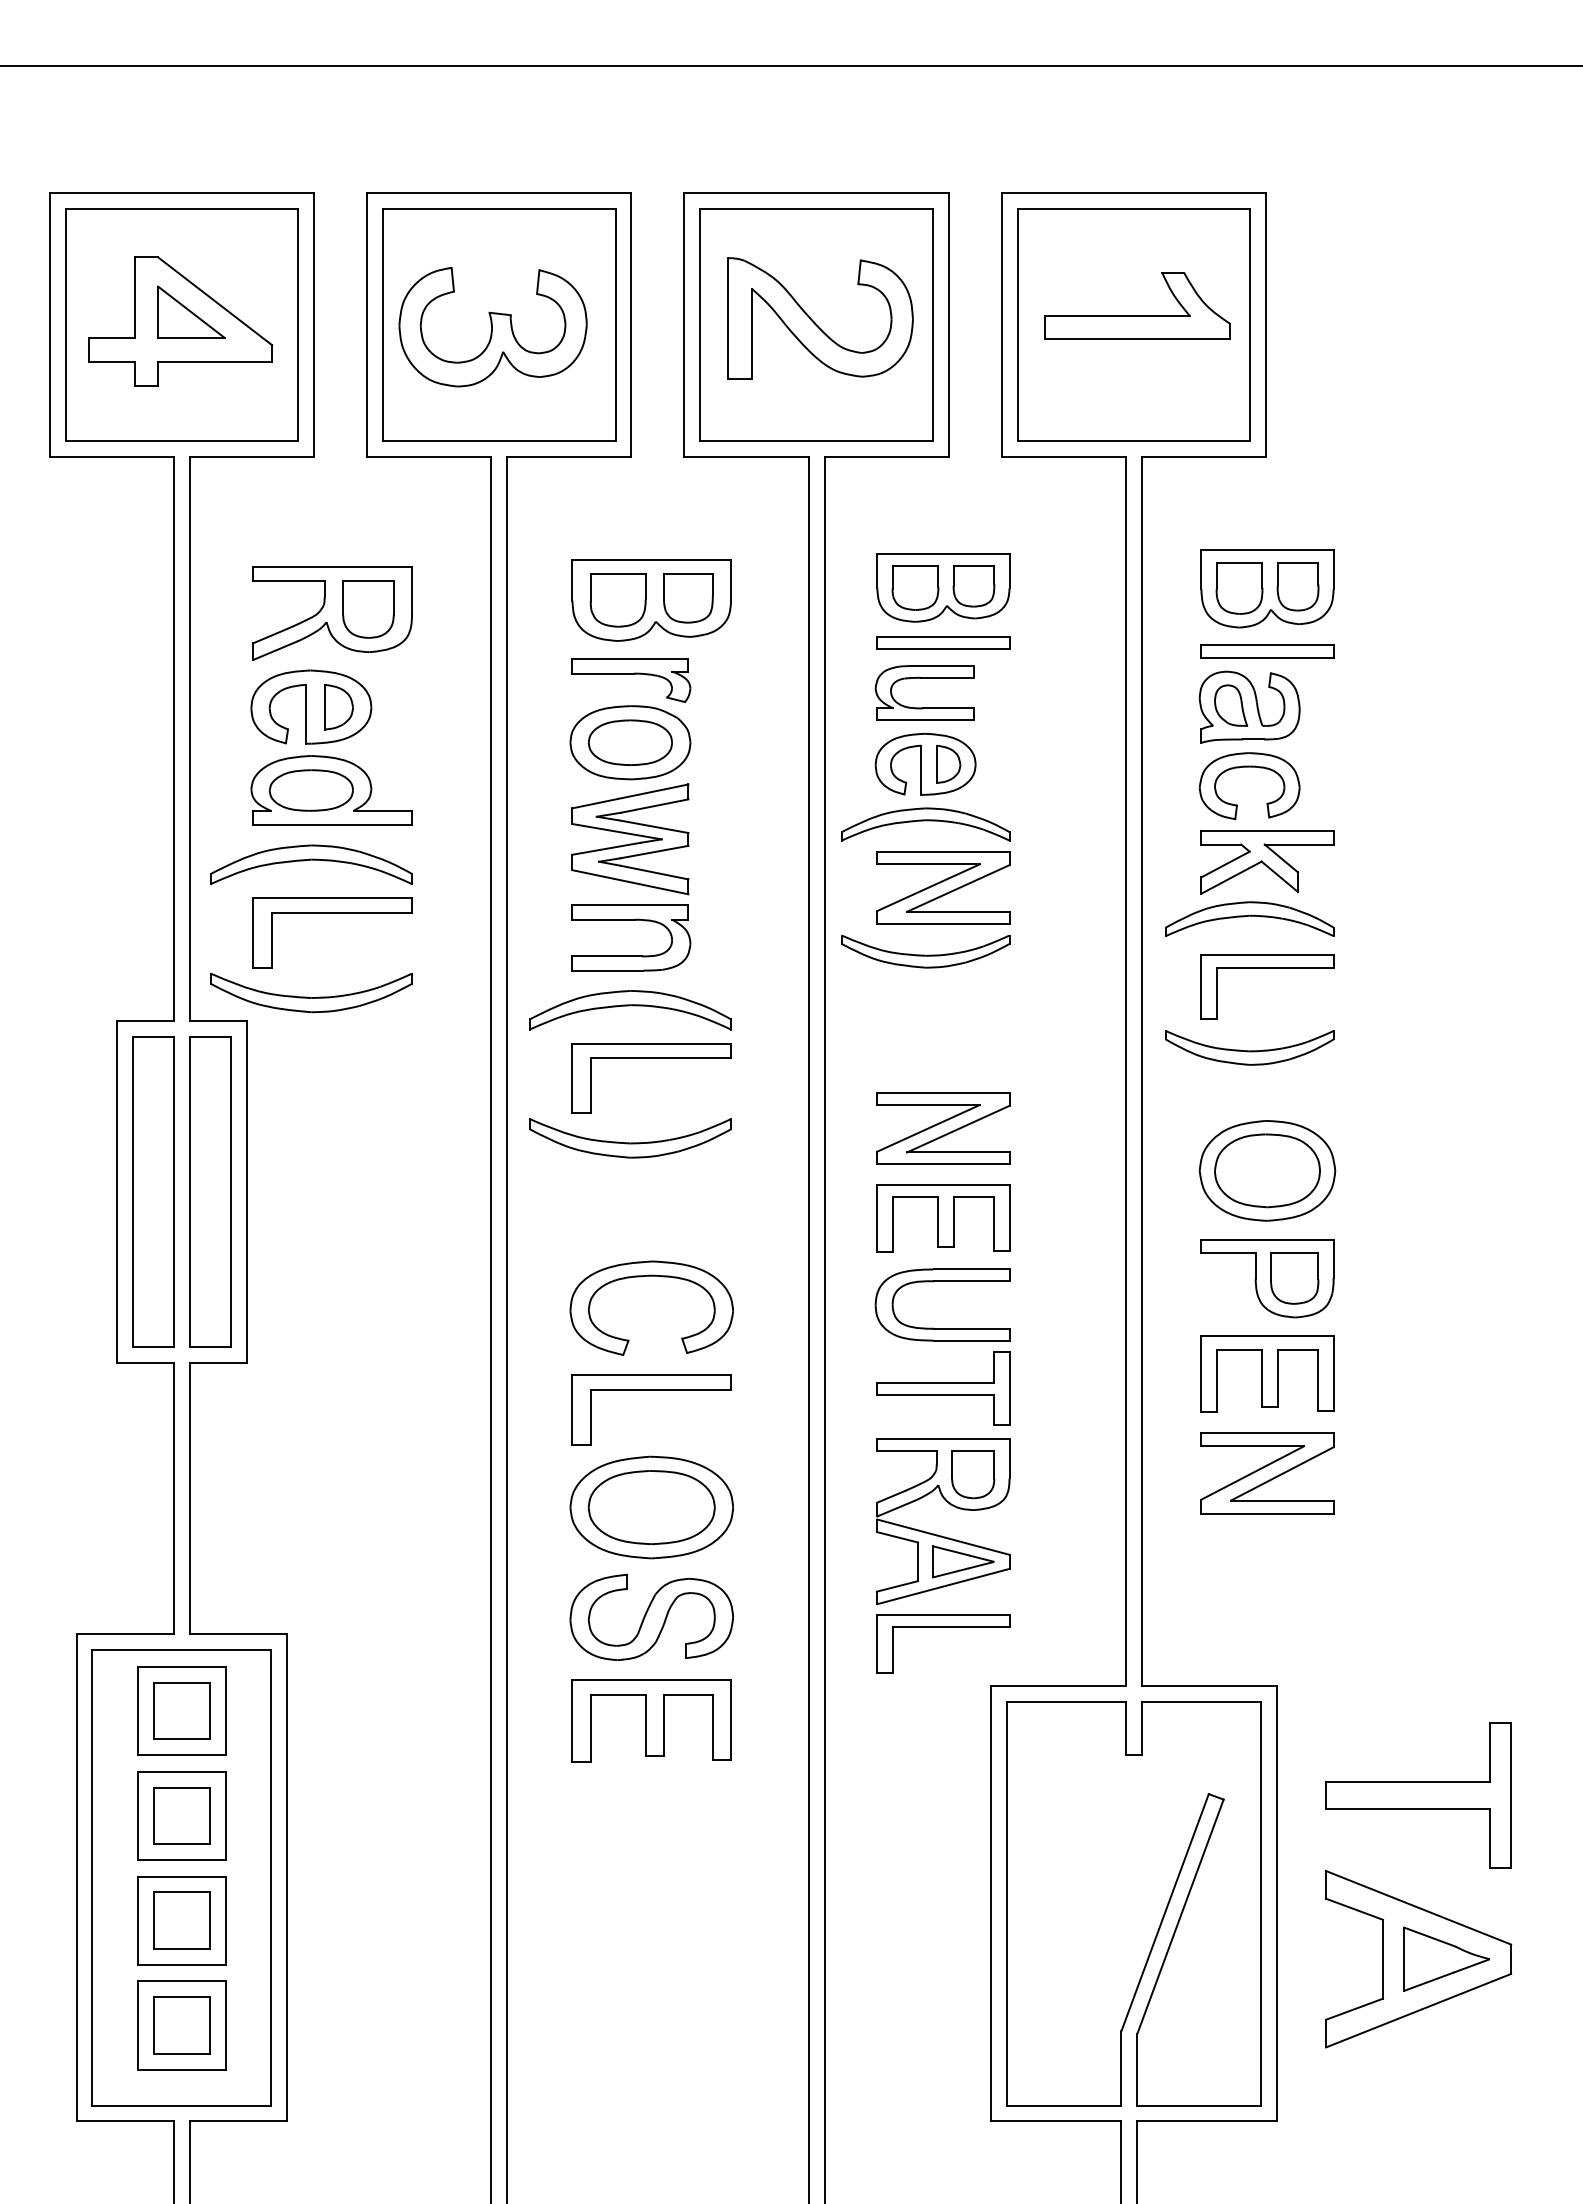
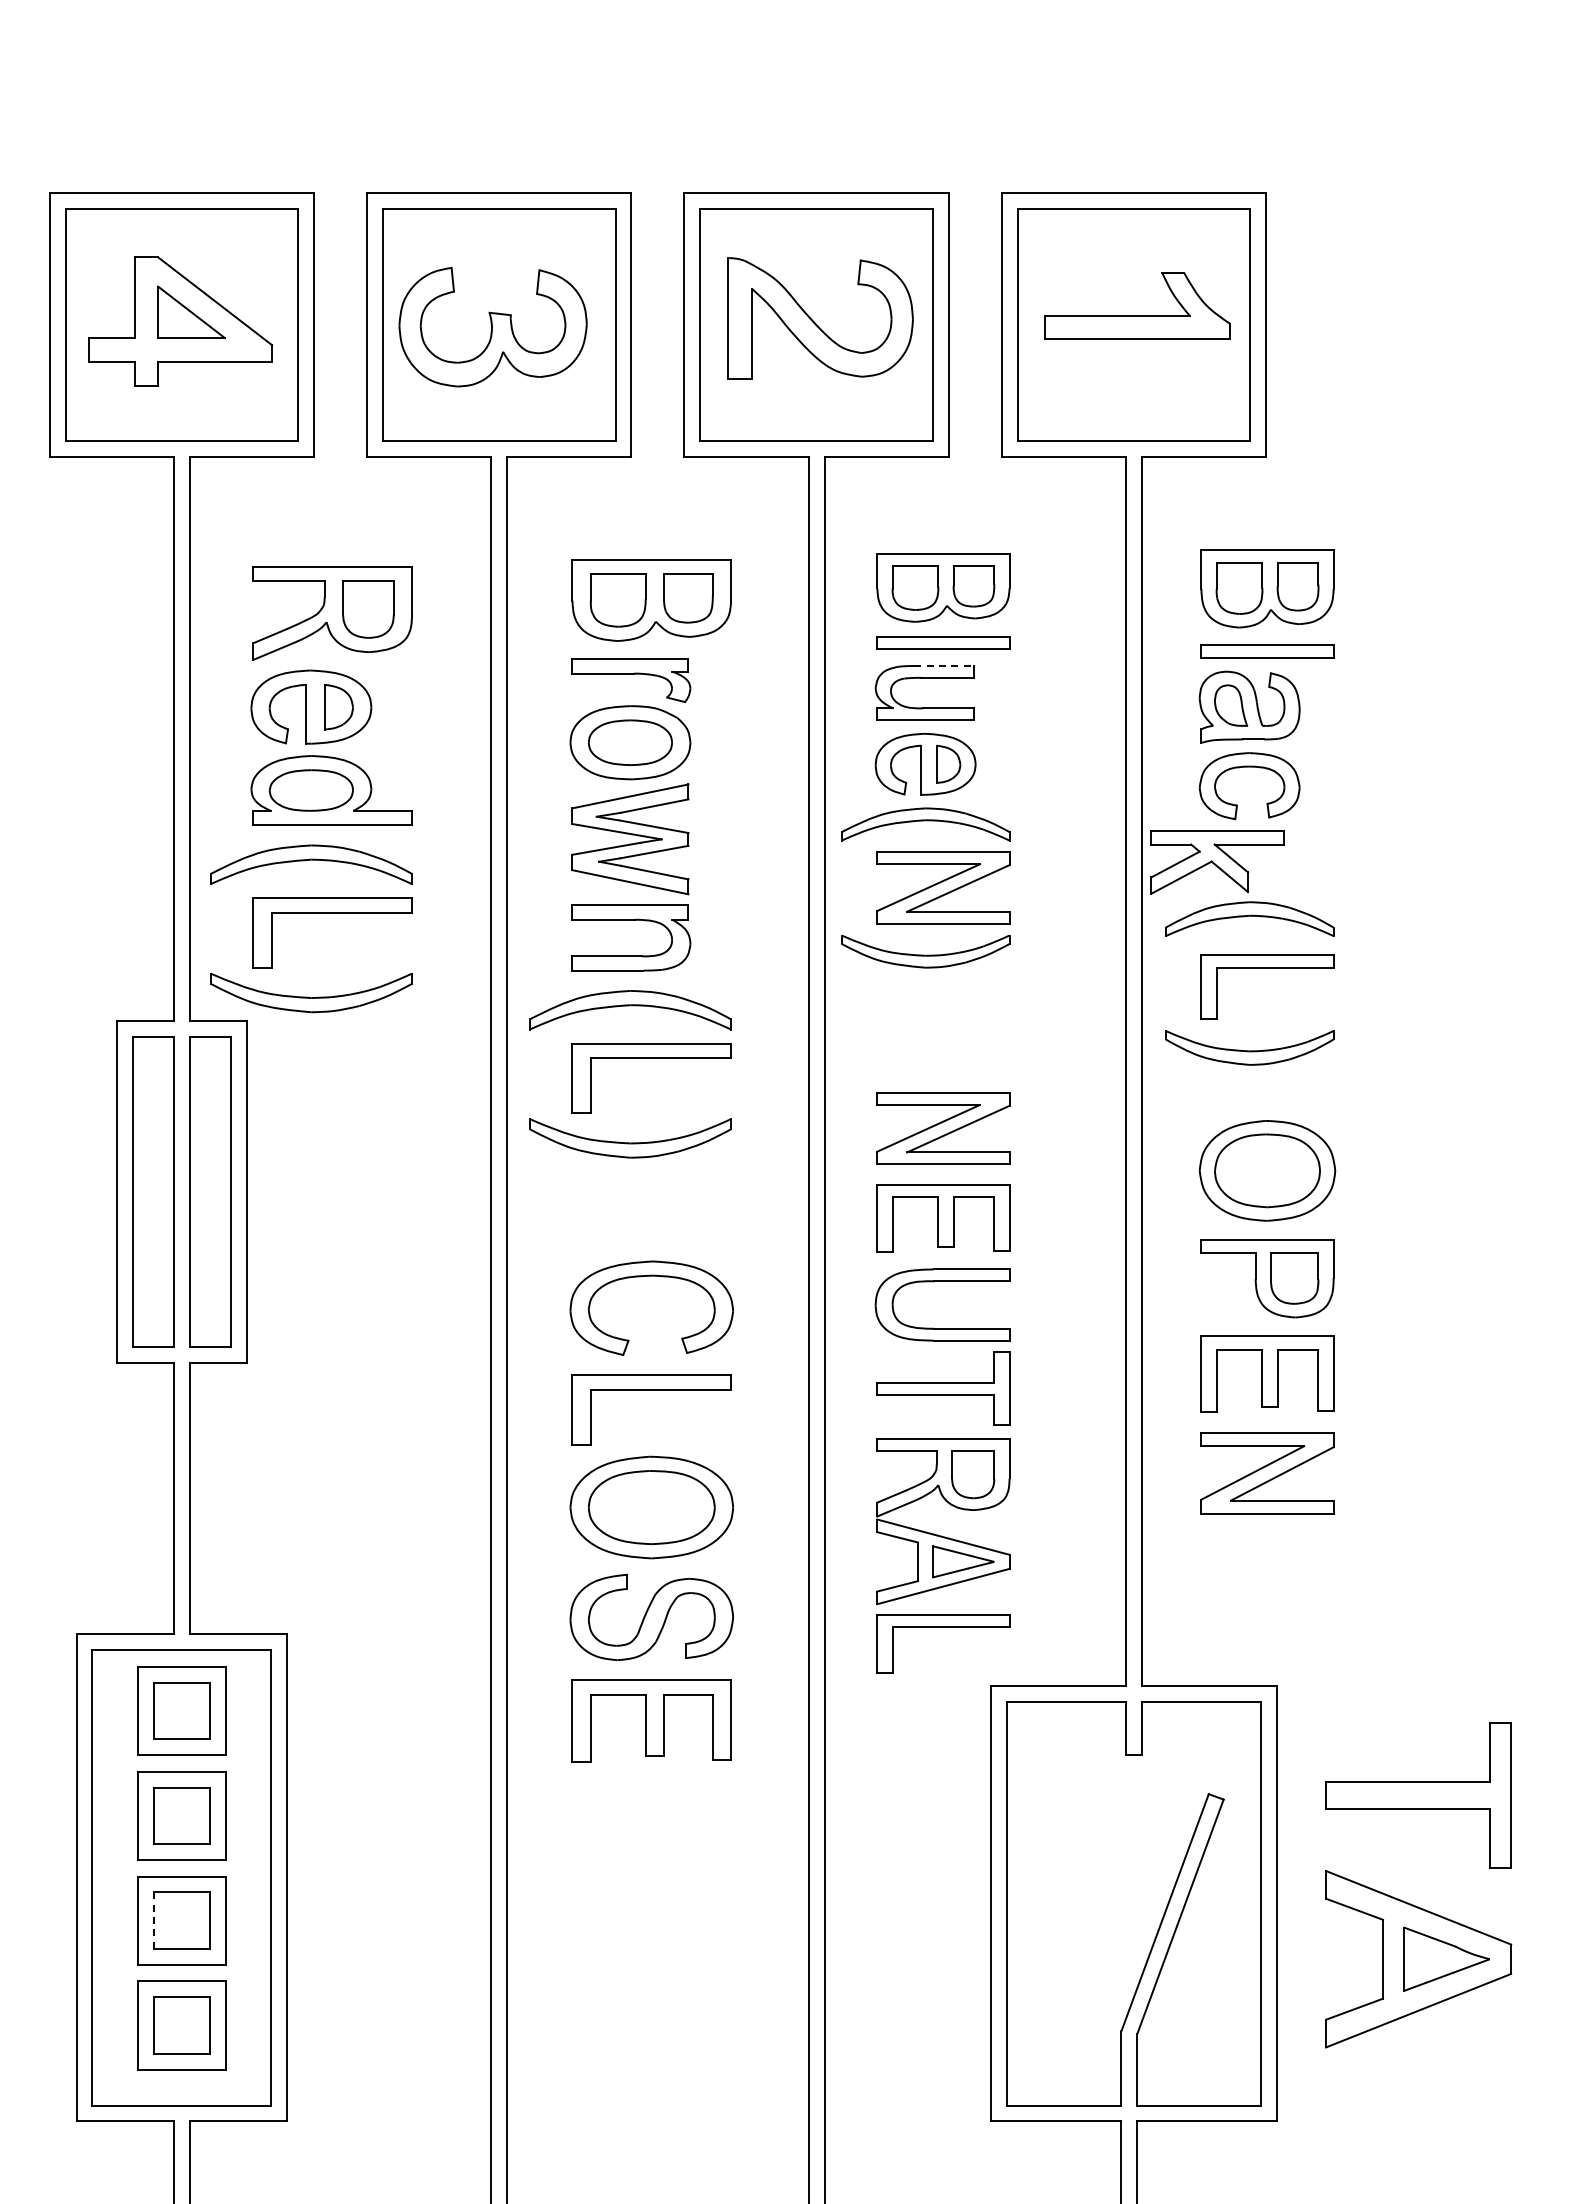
line at (790, 66): present -> none
line at (944, 666): solid -> dashed
part at (1267, 862) position: (1267, 862) -> (1217, 862)
line at (153, 1921): solid -> dashed
